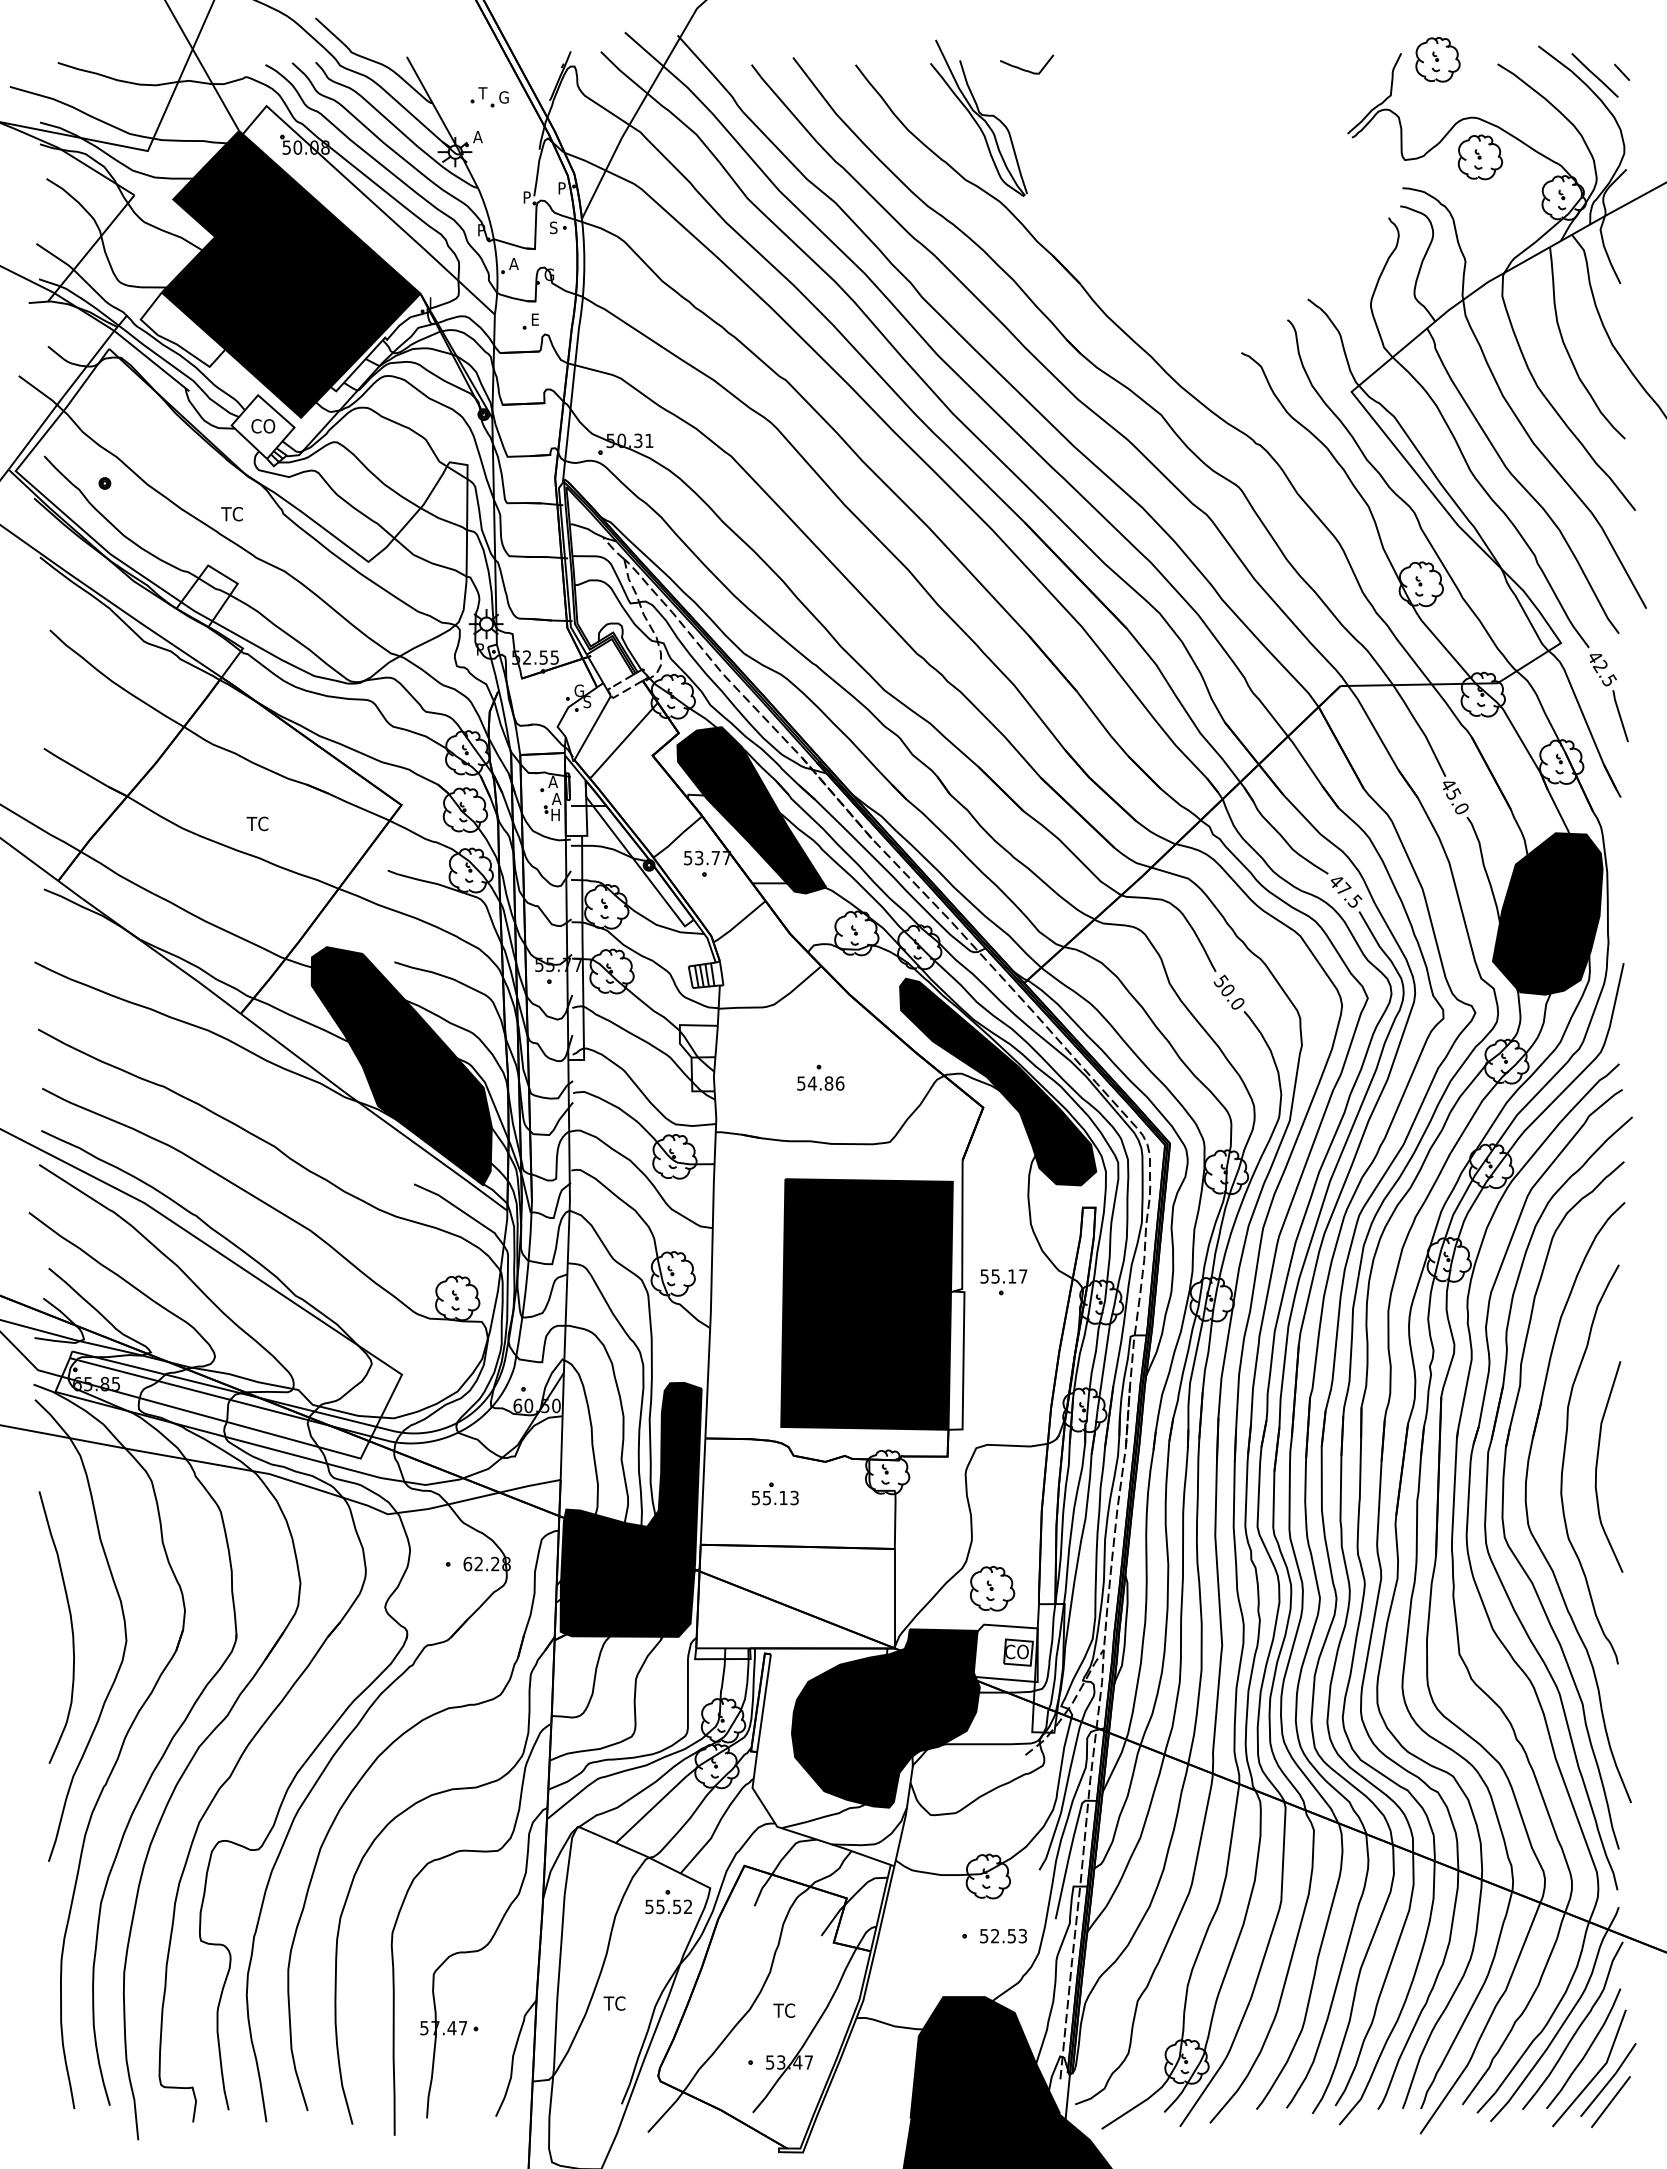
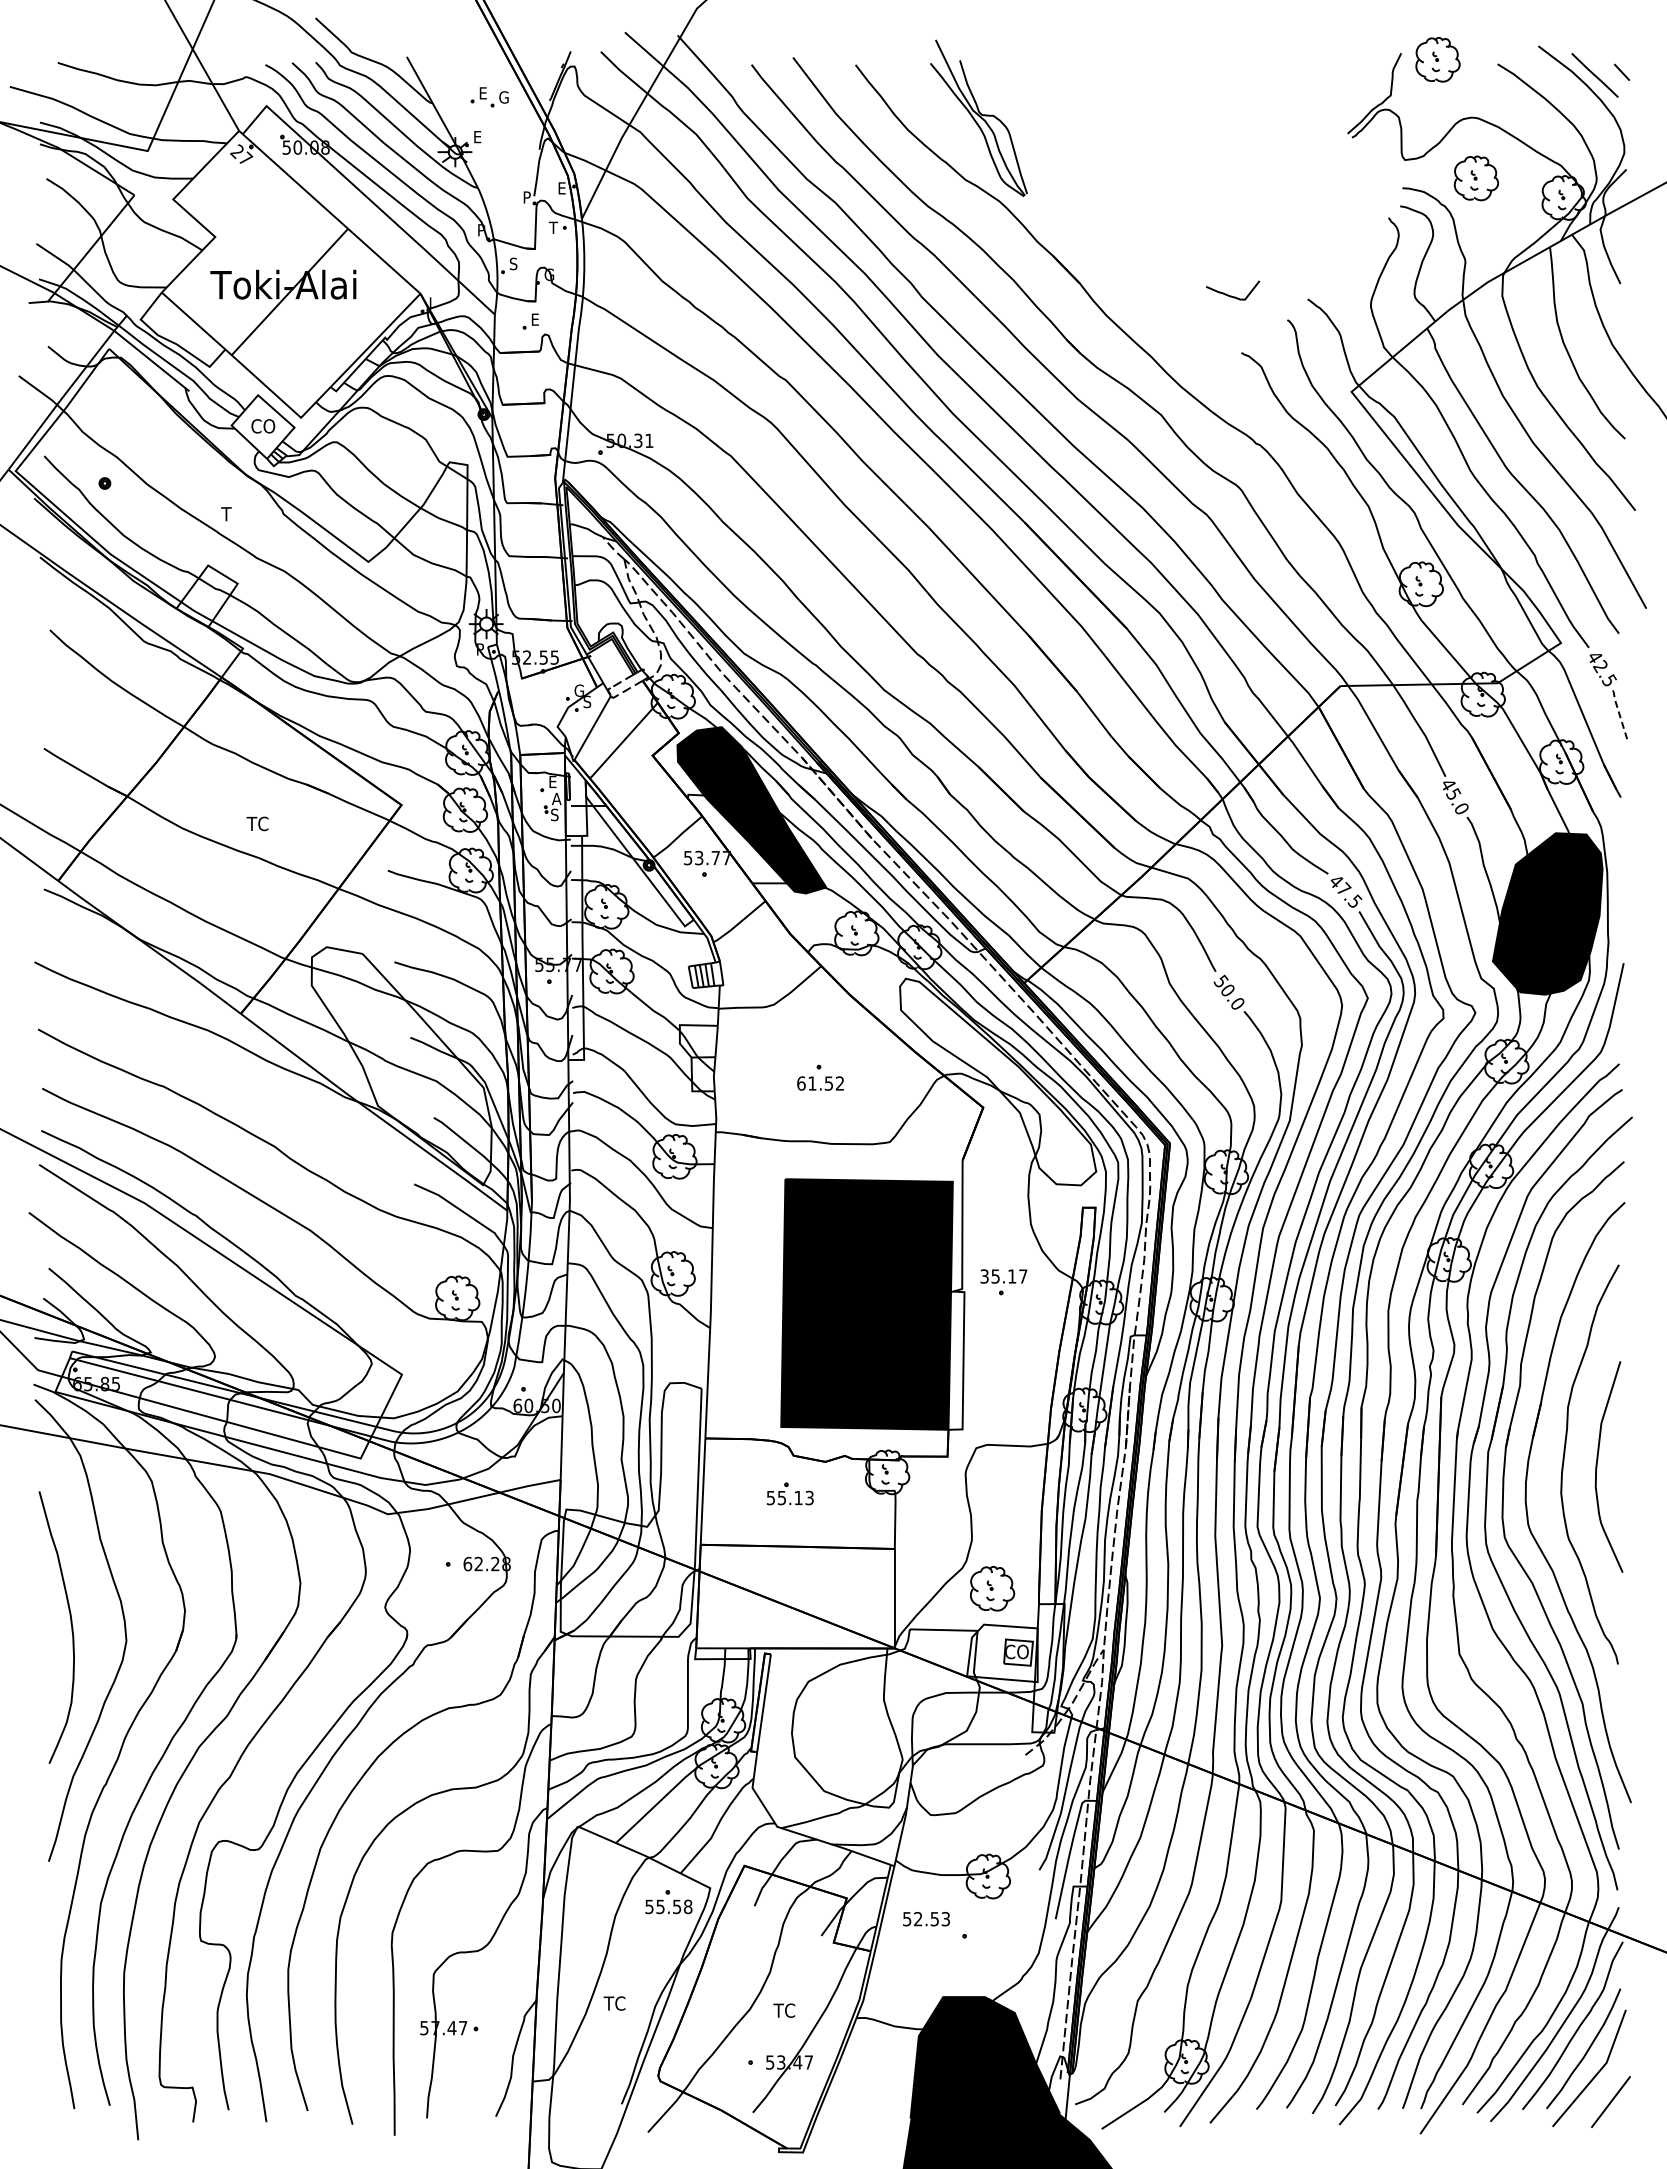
curve at (1025, 69) position: (1025, 69) -> (1231, 295)
text at (482, 93): T -> E
text at (477, 137): A -> E
part at (1480, 157) position: (1480, 157) -> (1476, 178)
text at (562, 188): P -> E
text at (553, 227): S -> T
text at (513, 263): A -> S
fill at (290, 273): present -> none
text at (237, 514): TC -> T
line at (1619, 715): solid -> dashed
text at (552, 782): A -> E
text at (555, 814): H -> S
fill at (401, 1066): present -> none
fill at (998, 1081): present -> none
text at (820, 1083): 54.86 -> 61.52
text at (984, 1275): 55.17 -> 35.17
part at (774, 1493) position: (774, 1493) -> (789, 1493)
fill at (630, 1509): present -> none
fill at (885, 1718): present -> none
text at (688, 1906): 55.52 -> 55.58
text at (1003, 1936) position: (1003, 1936) -> (926, 1919)
line at (1609, 2079): present -> none
